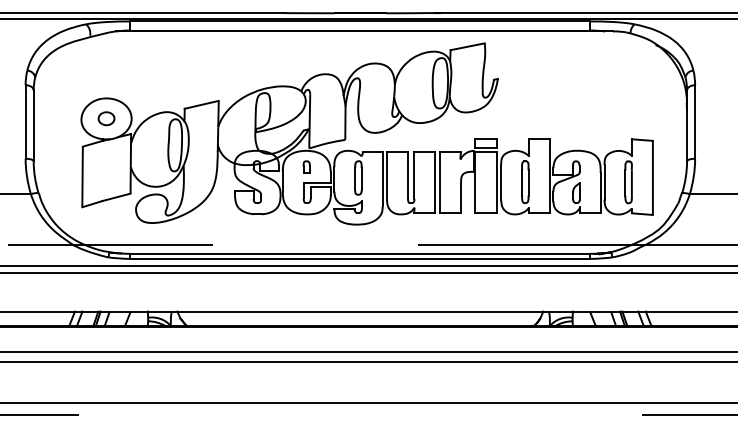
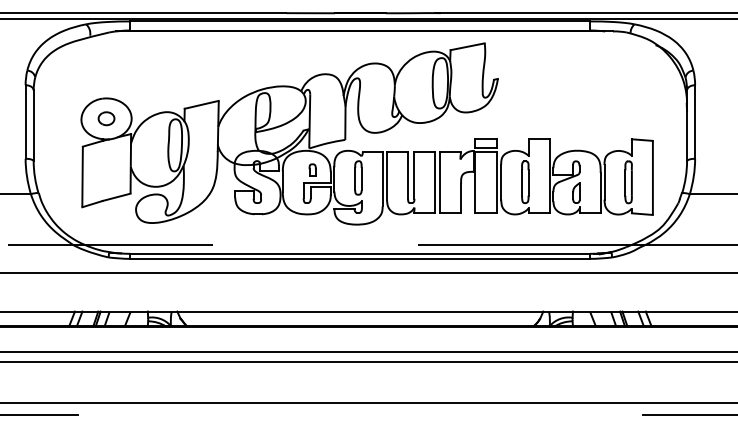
part at (306, 166) position: (306, 166) -> (312, 169)
line at (368, 266): present -> none
